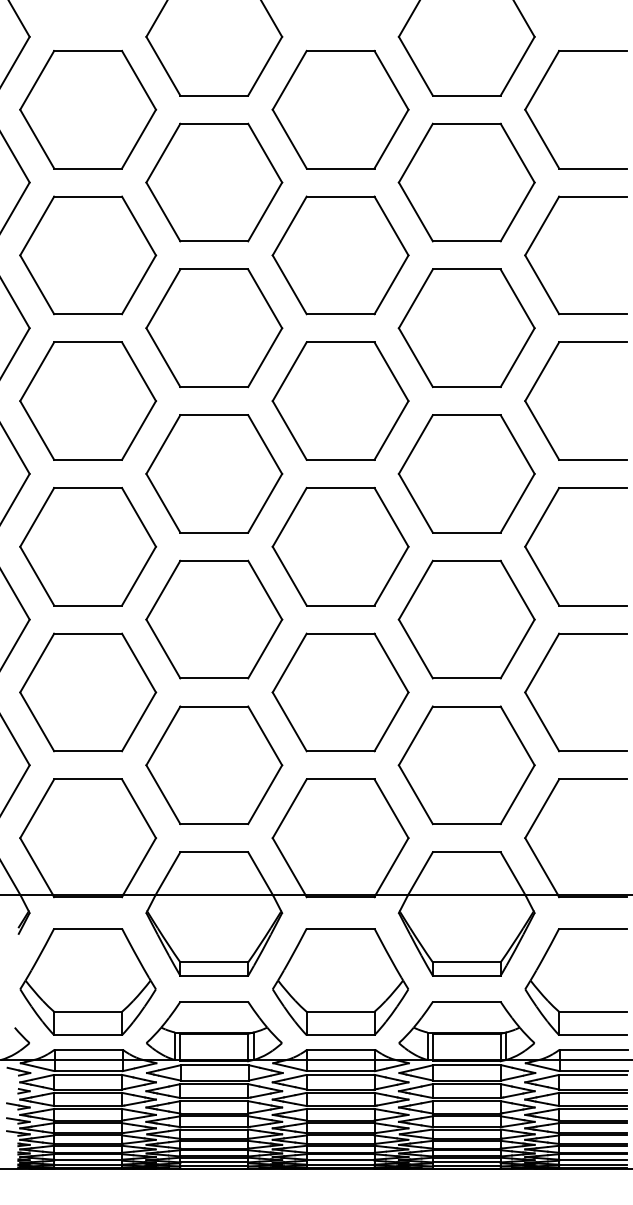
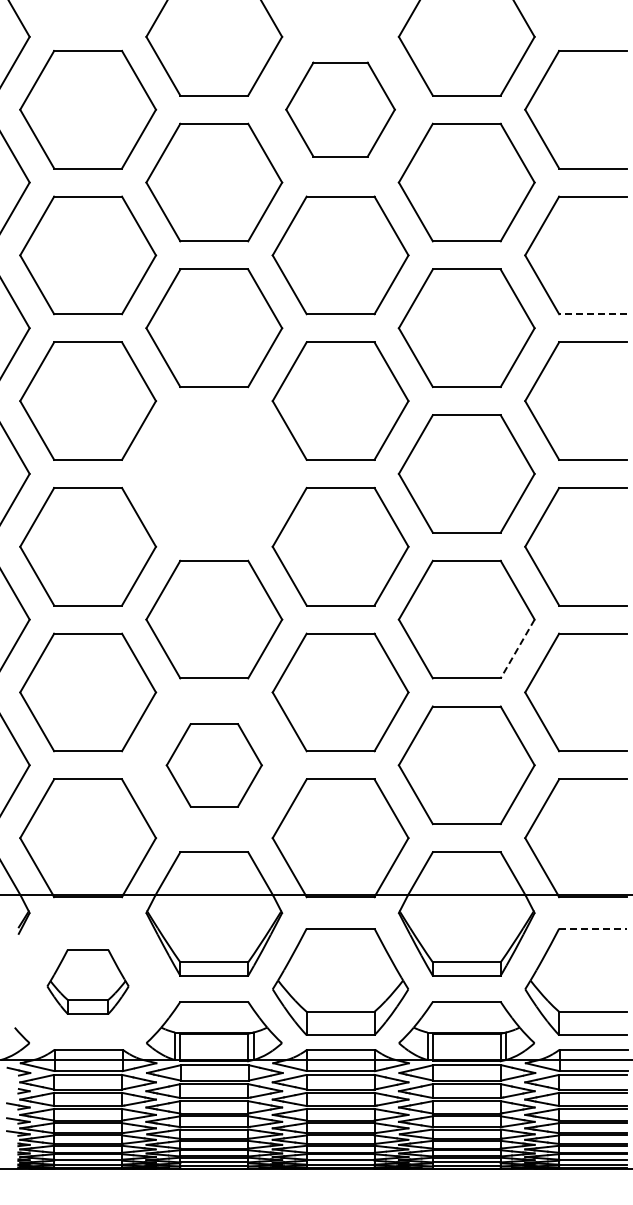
part at (340, 109) size: 139x121 px -> 111x97 px
line at (593, 314): solid -> dashed
part at (214, 473): present -> none
line at (517, 649): solid -> dashed
part at (214, 765) size: 139x121 px -> 98x85 px
line at (593, 928): solid -> dashed
part at (87, 981) size: 138x108 px -> 84x66 px
